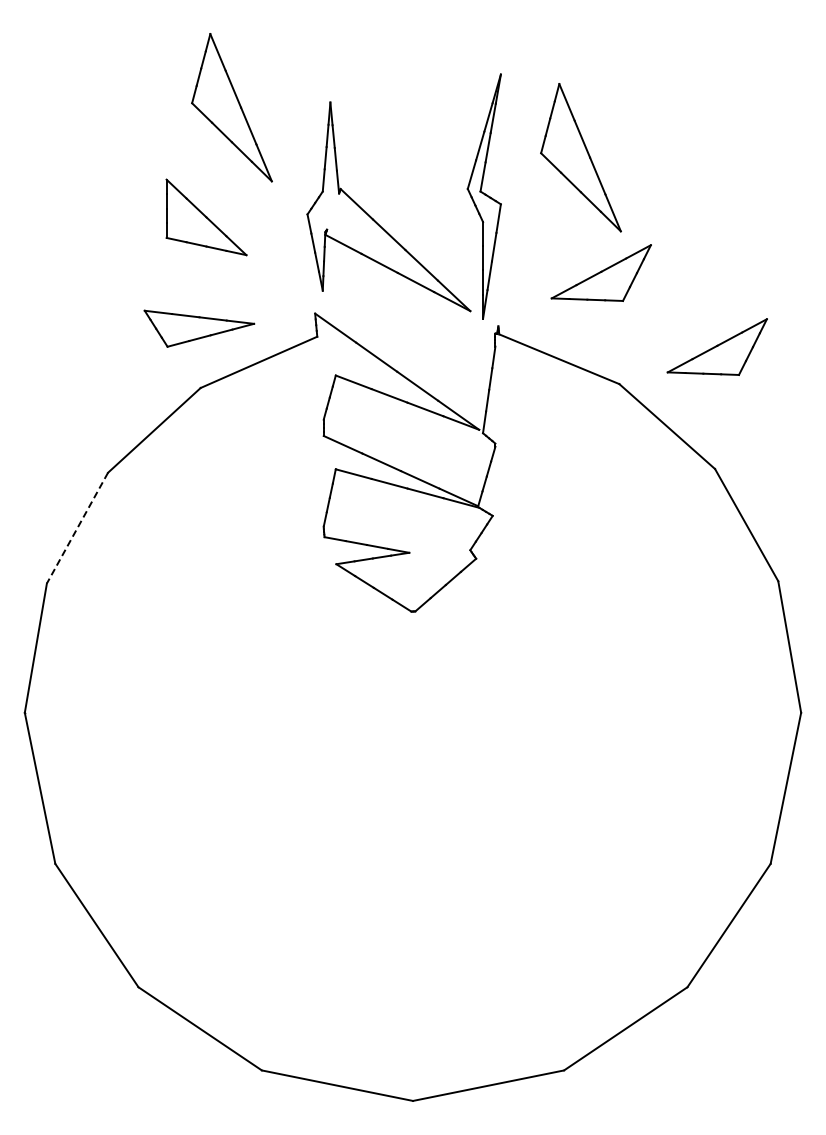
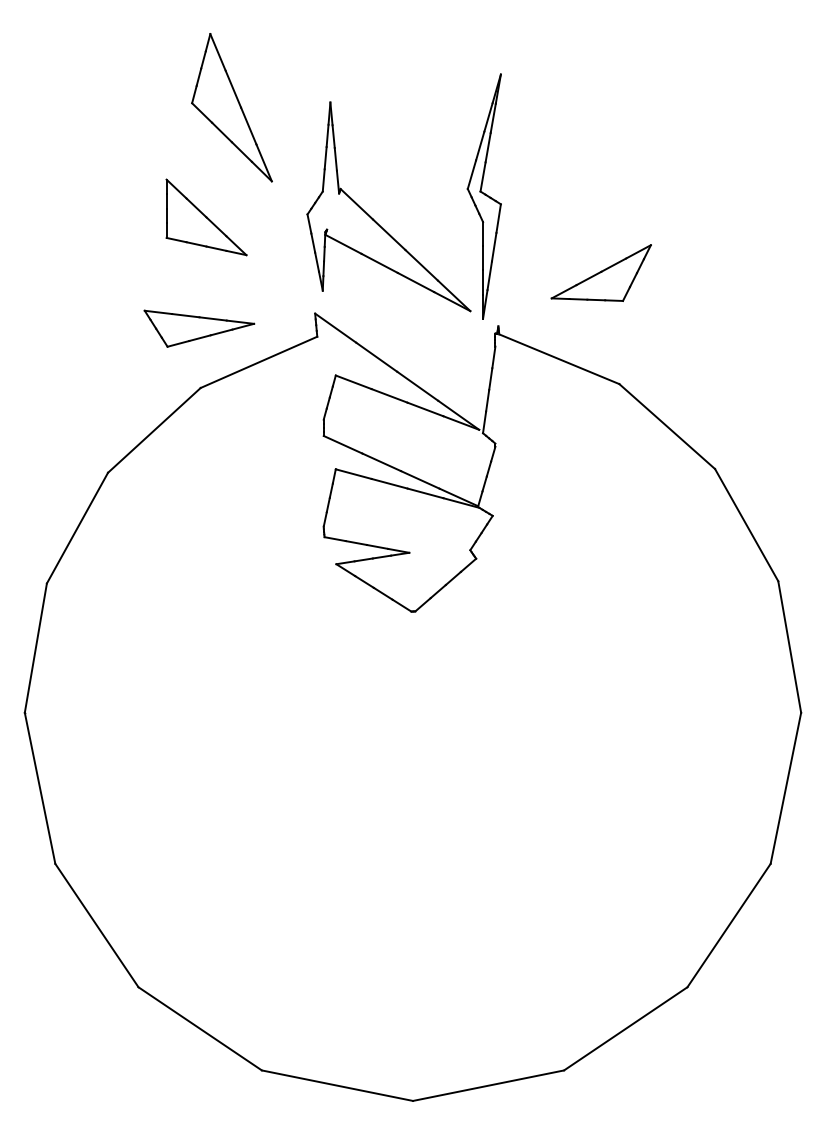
part at (580, 157): present -> none
part at (716, 346): present -> none
line at (77, 528): dashed -> solid
